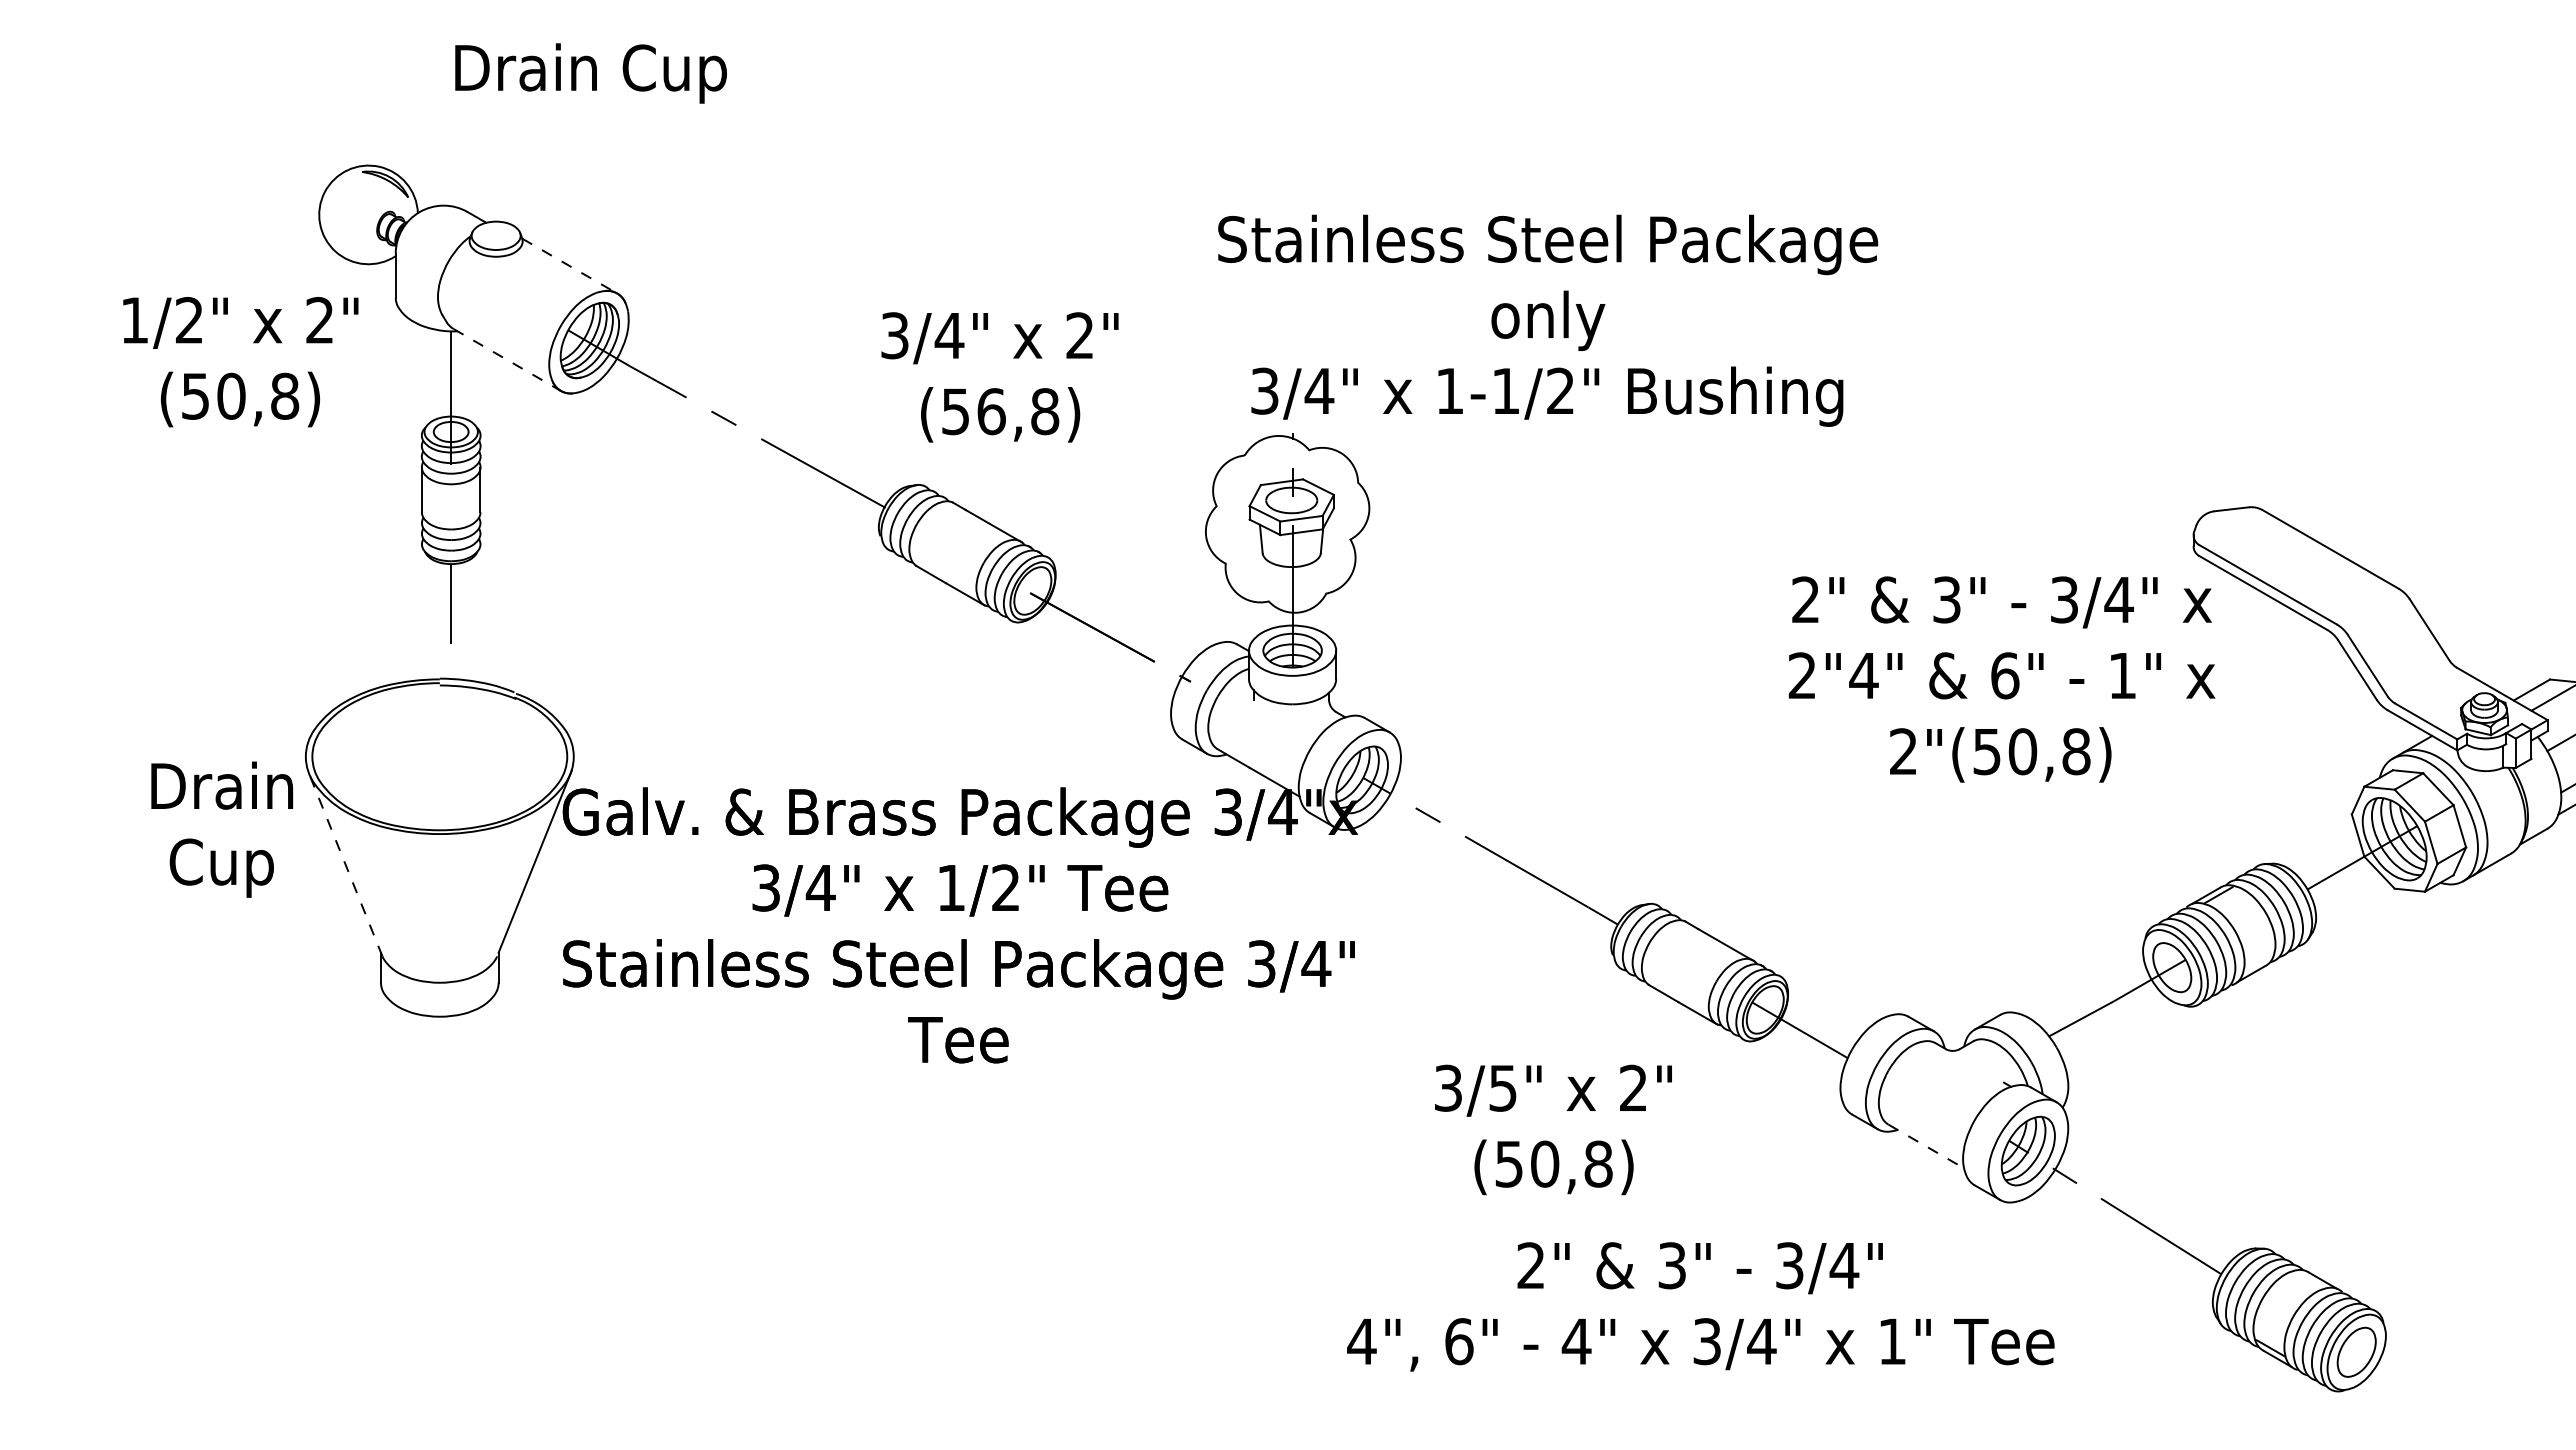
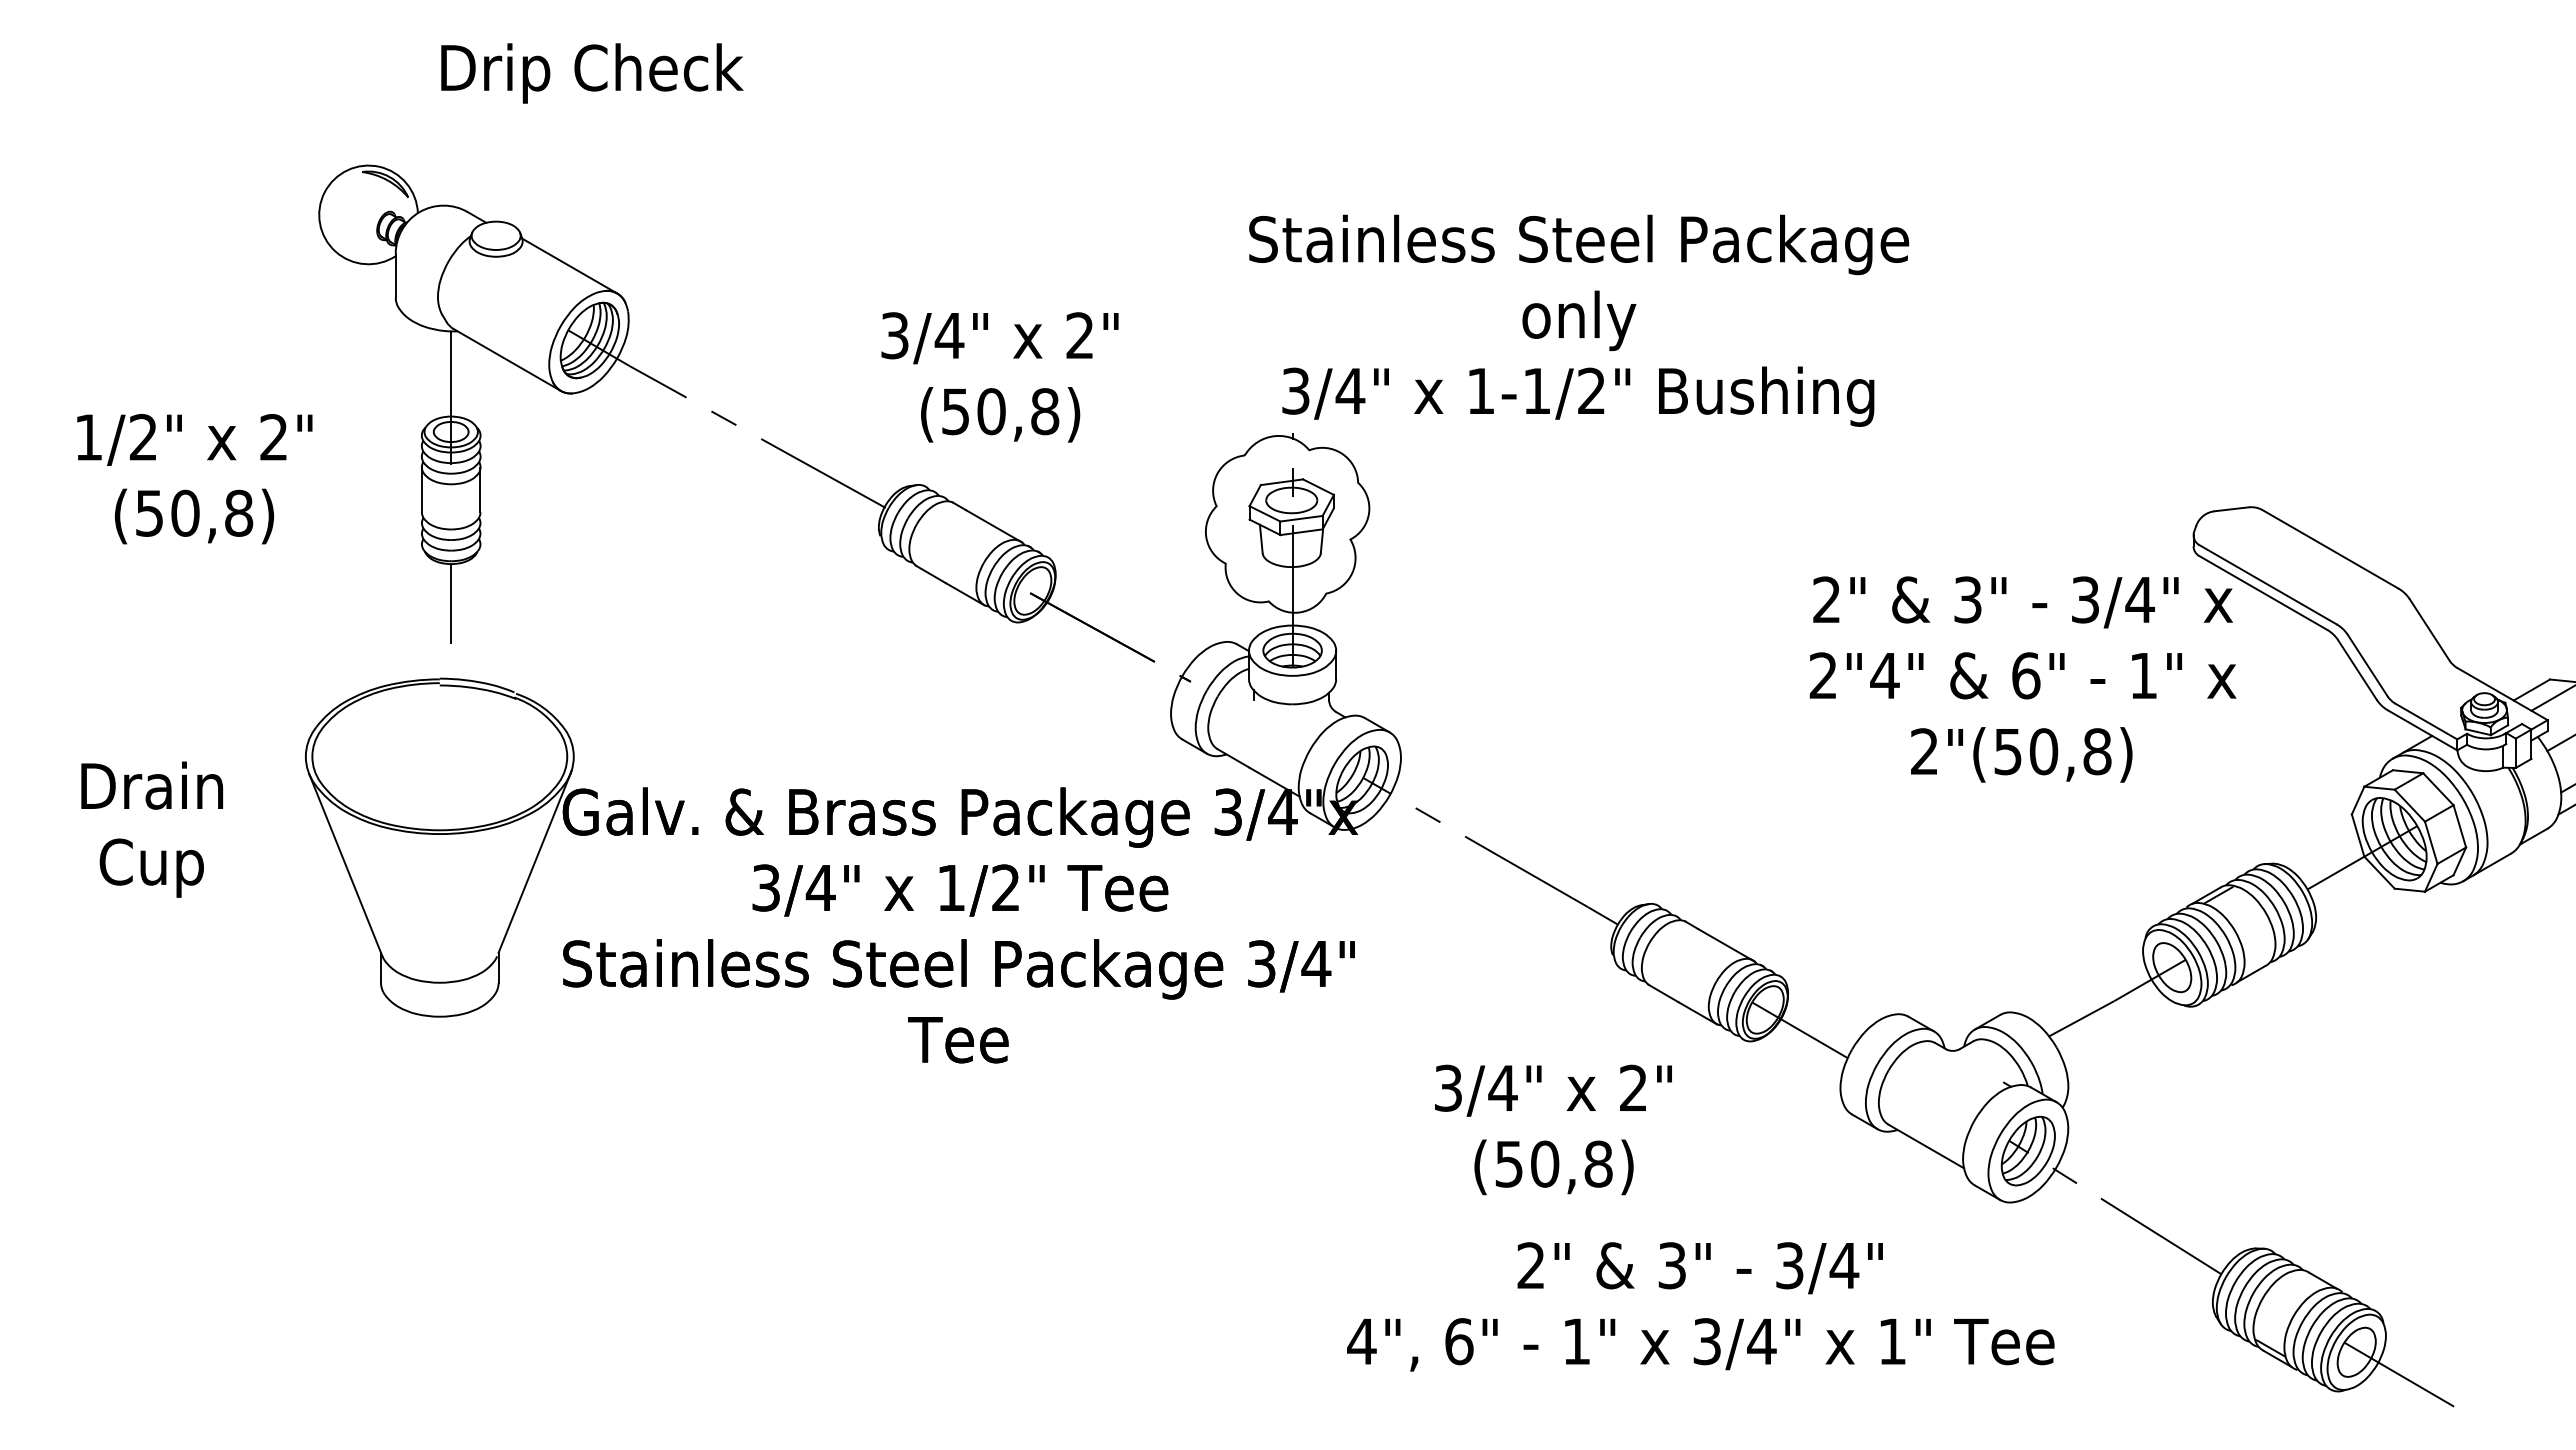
text at (592, 73): Drain Cup -> Drip Check
line at (569, 266): dashed -> solid
text at (1548, 320) position: (1548, 320) -> (1579, 320)
line at (507, 359): dashed -> solid
text at (240, 362) position: (240, 362) -> (194, 479)
text at (991, 411): (56,8) -> (50,8)
text at (2001, 679) position: (2001, 679) -> (2022, 679)
text at (222, 829) position: (222, 829) -> (152, 829)
line at (345, 864): dashed -> solid
text at (1502, 1088): 3/5" -> 3/4"
line at (1926, 1146): dashed -> solid
text at (1576, 1341): 4" -> 1"
line at (2399, 1374): none -> present
